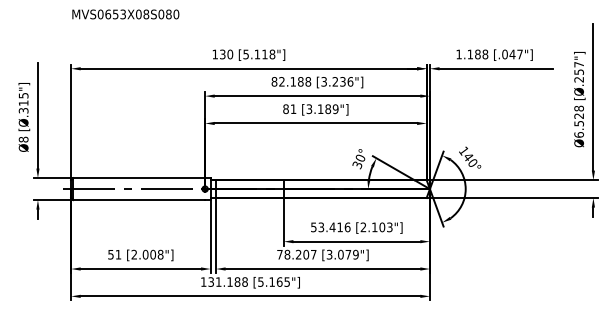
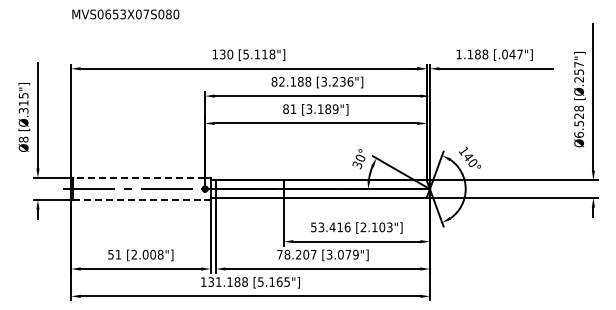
text at (146, 14): MVS0653X08S080 -> MVS0653X07S080
line at (139, 178): solid -> dashed
line at (139, 200): solid -> dashed
